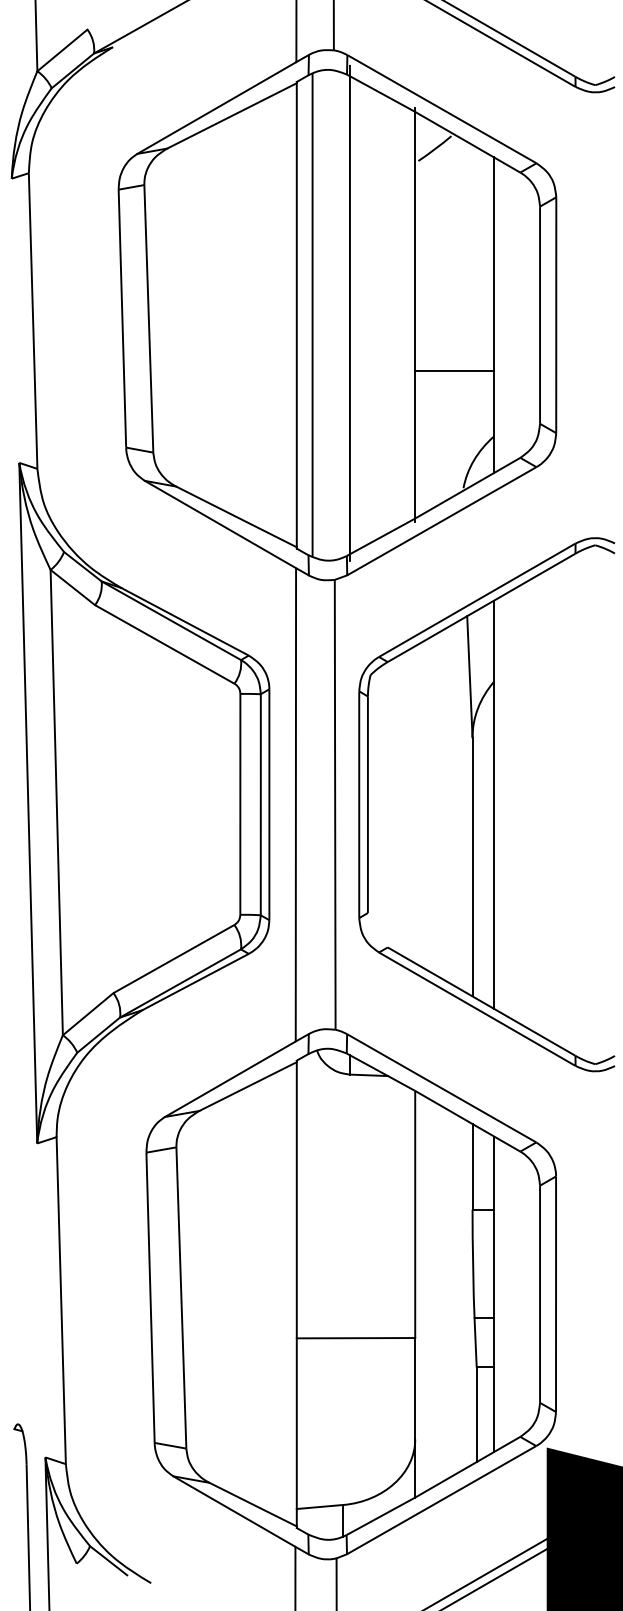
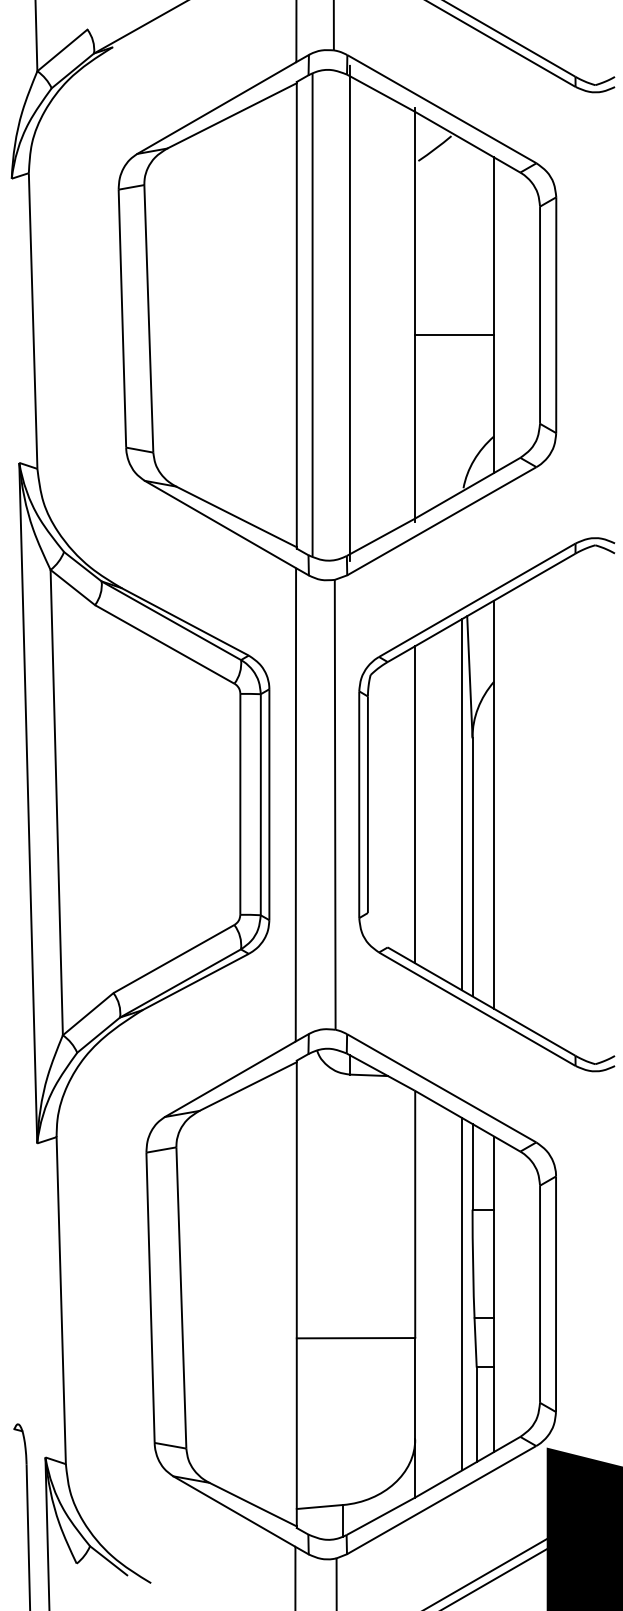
line at (454, 370) position: (454, 370) -> (454, 334)
line at (415, 804): none -> present
line at (462, 804): none -> present
line at (462, 1294): none -> present
